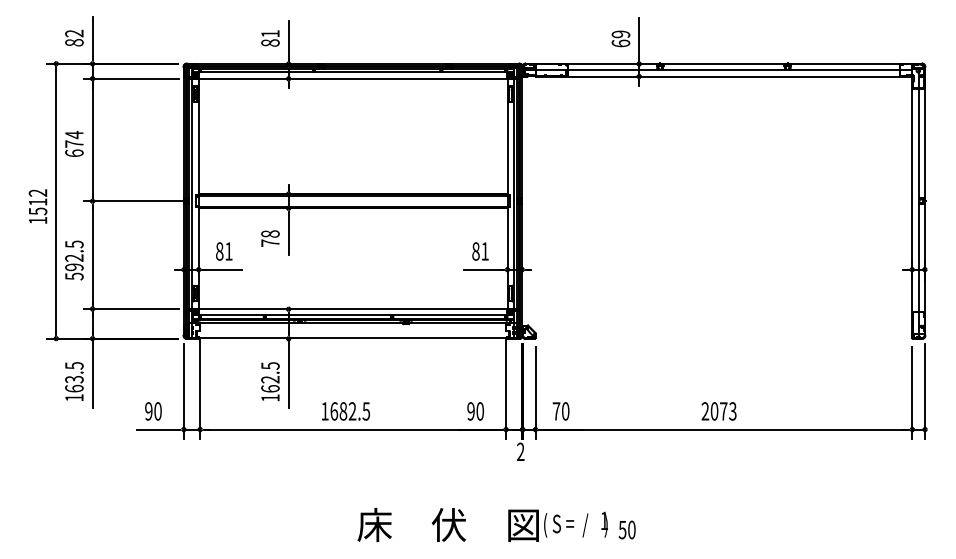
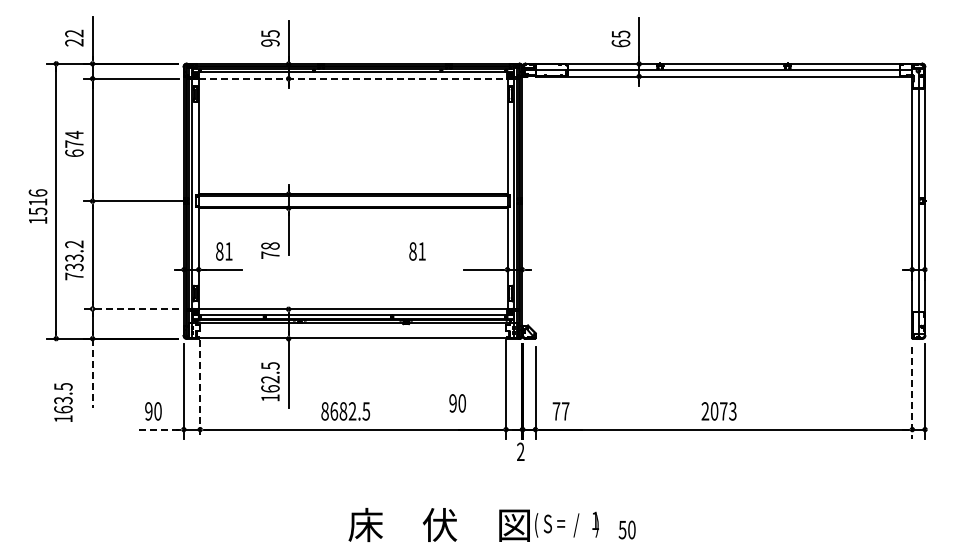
text at (620, 34): 69 -> 65
text at (270, 38): 81 -> 95
text at (74, 42): 82 -> 22
line at (353, 78): solid -> dashed
text at (37, 192): 1512 -> 1516
text at (270, 238) position: (270, 238) -> (270, 250)
text at (480, 251) position: (480, 251) -> (417, 251)
text at (74, 260): 592.5 -> 733.2
line at (131, 308): solid -> dashed
line at (92, 373): solid -> dashed
text at (74, 381) position: (74, 381) -> (63, 402)
line at (200, 389): solid -> dashed
line at (912, 393): solid -> dashed
text at (324, 411): 1682.5 -> 8682.5
text at (475, 411) position: (475, 411) -> (457, 403)
text at (565, 411): 70 -> 77
line at (157, 429): solid -> dashed
text at (482, 524) position: (482, 524) -> (473, 524)
